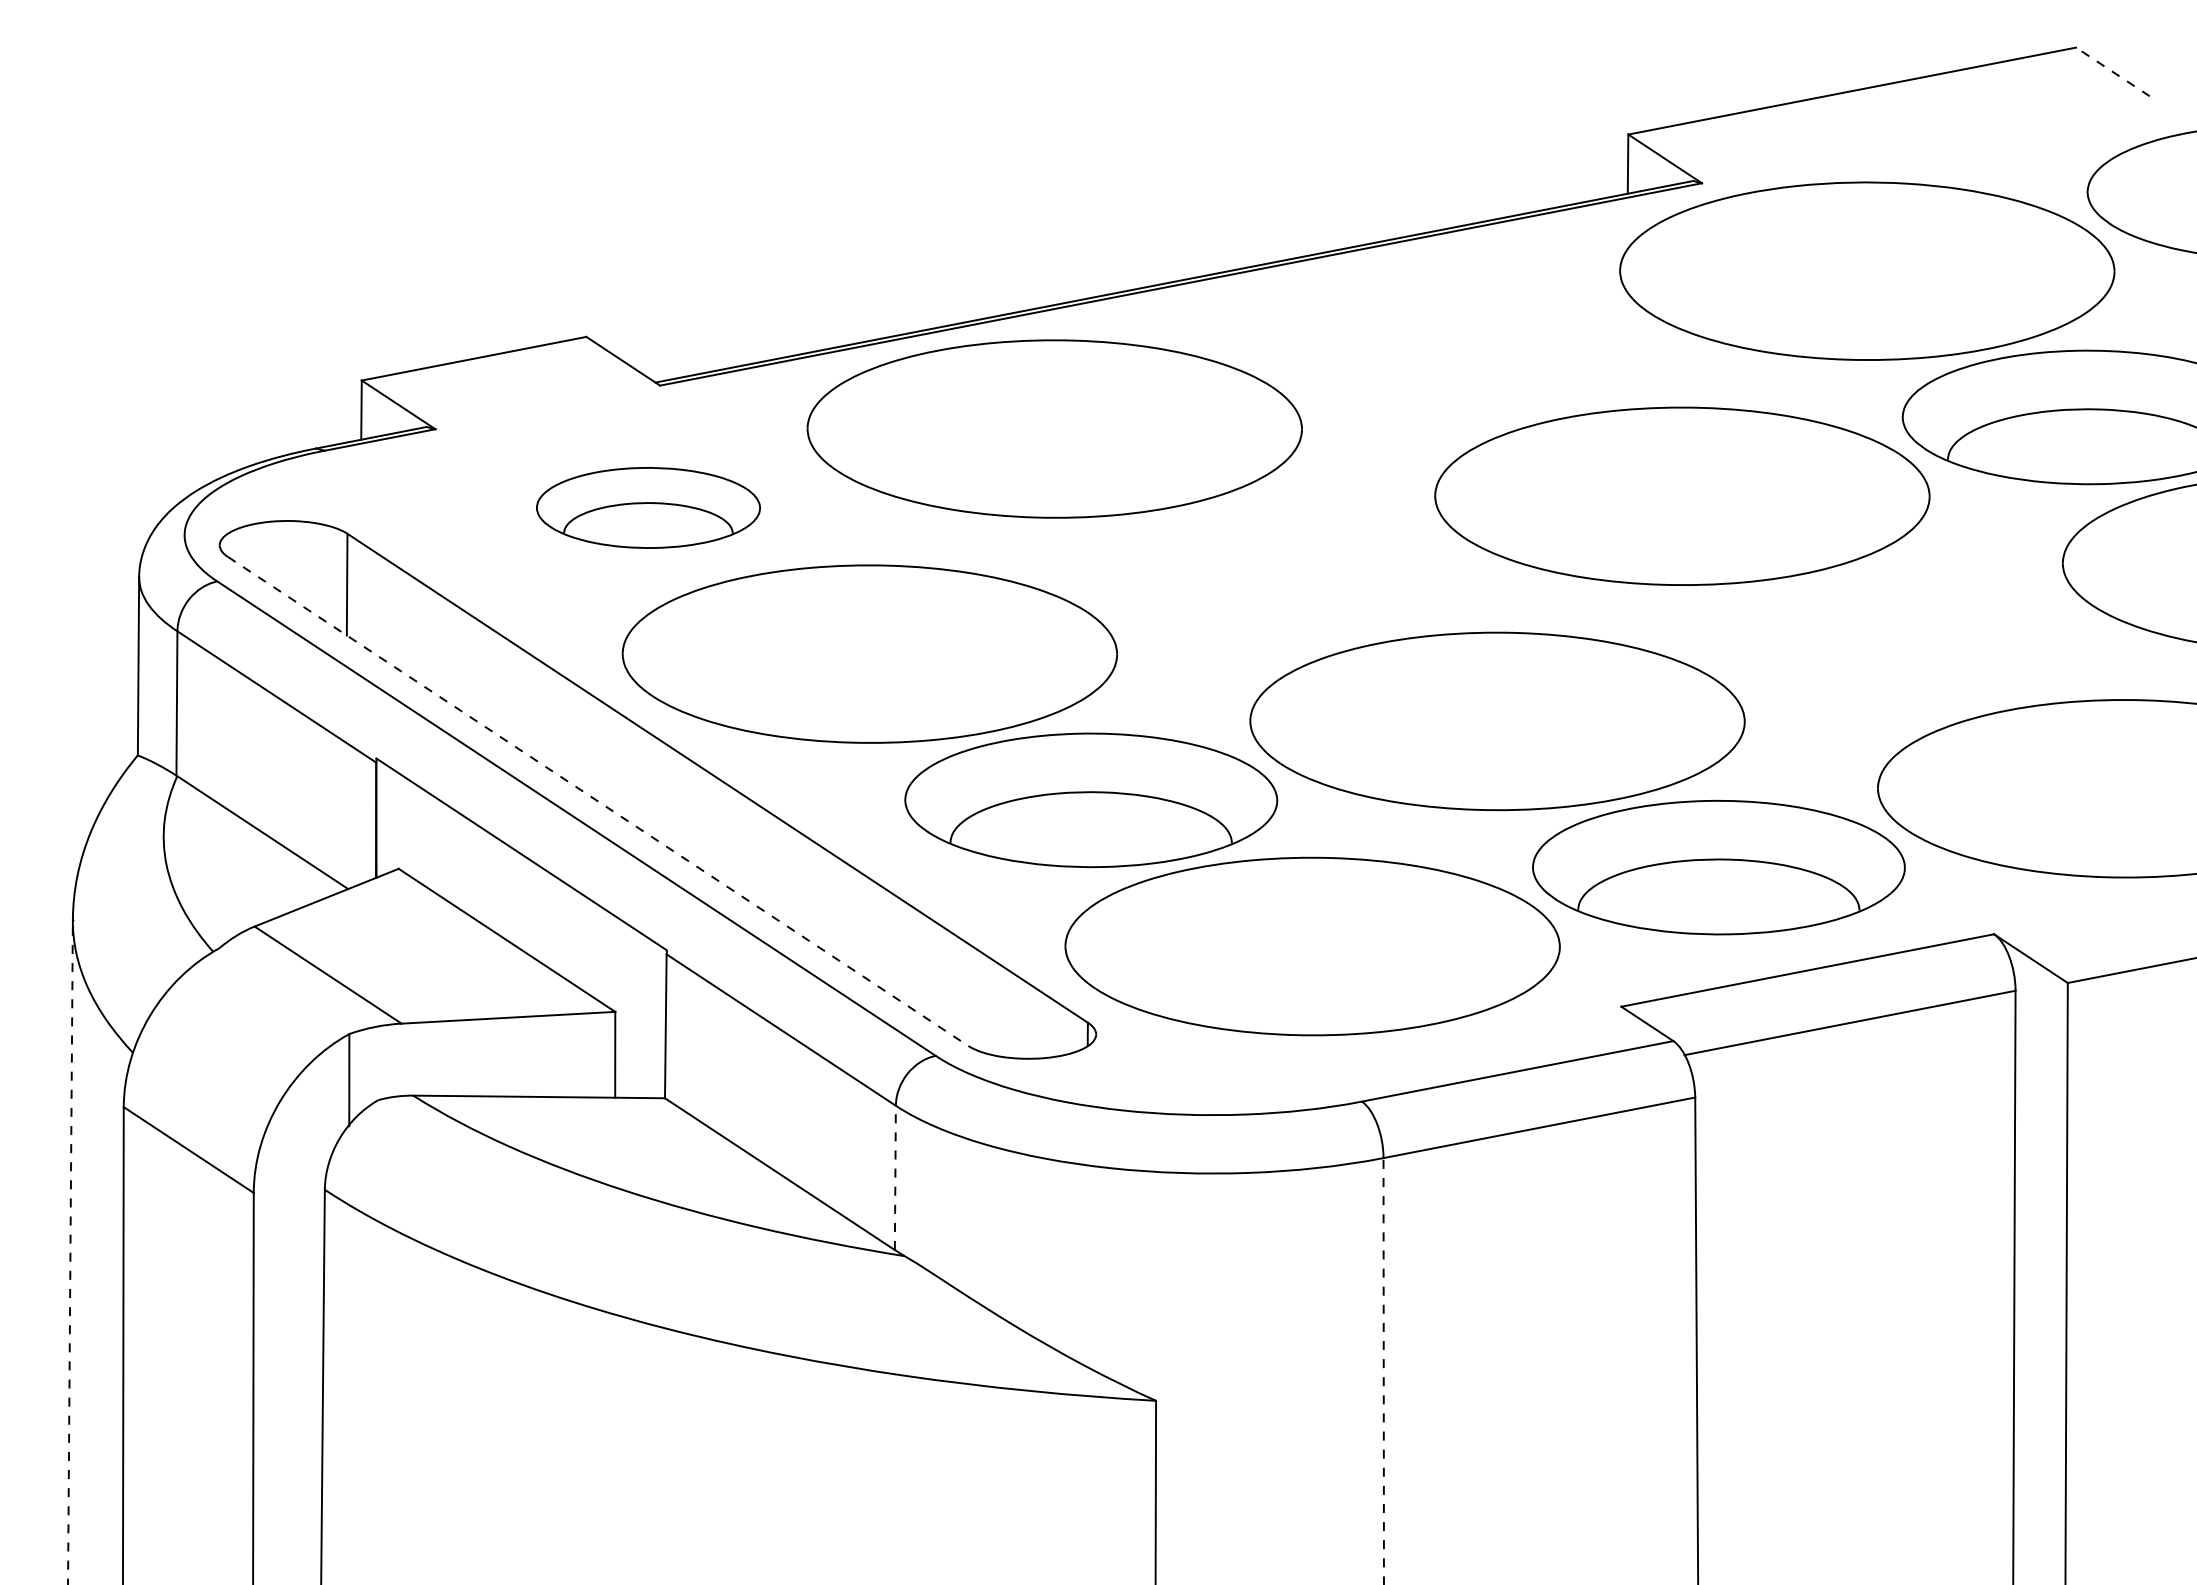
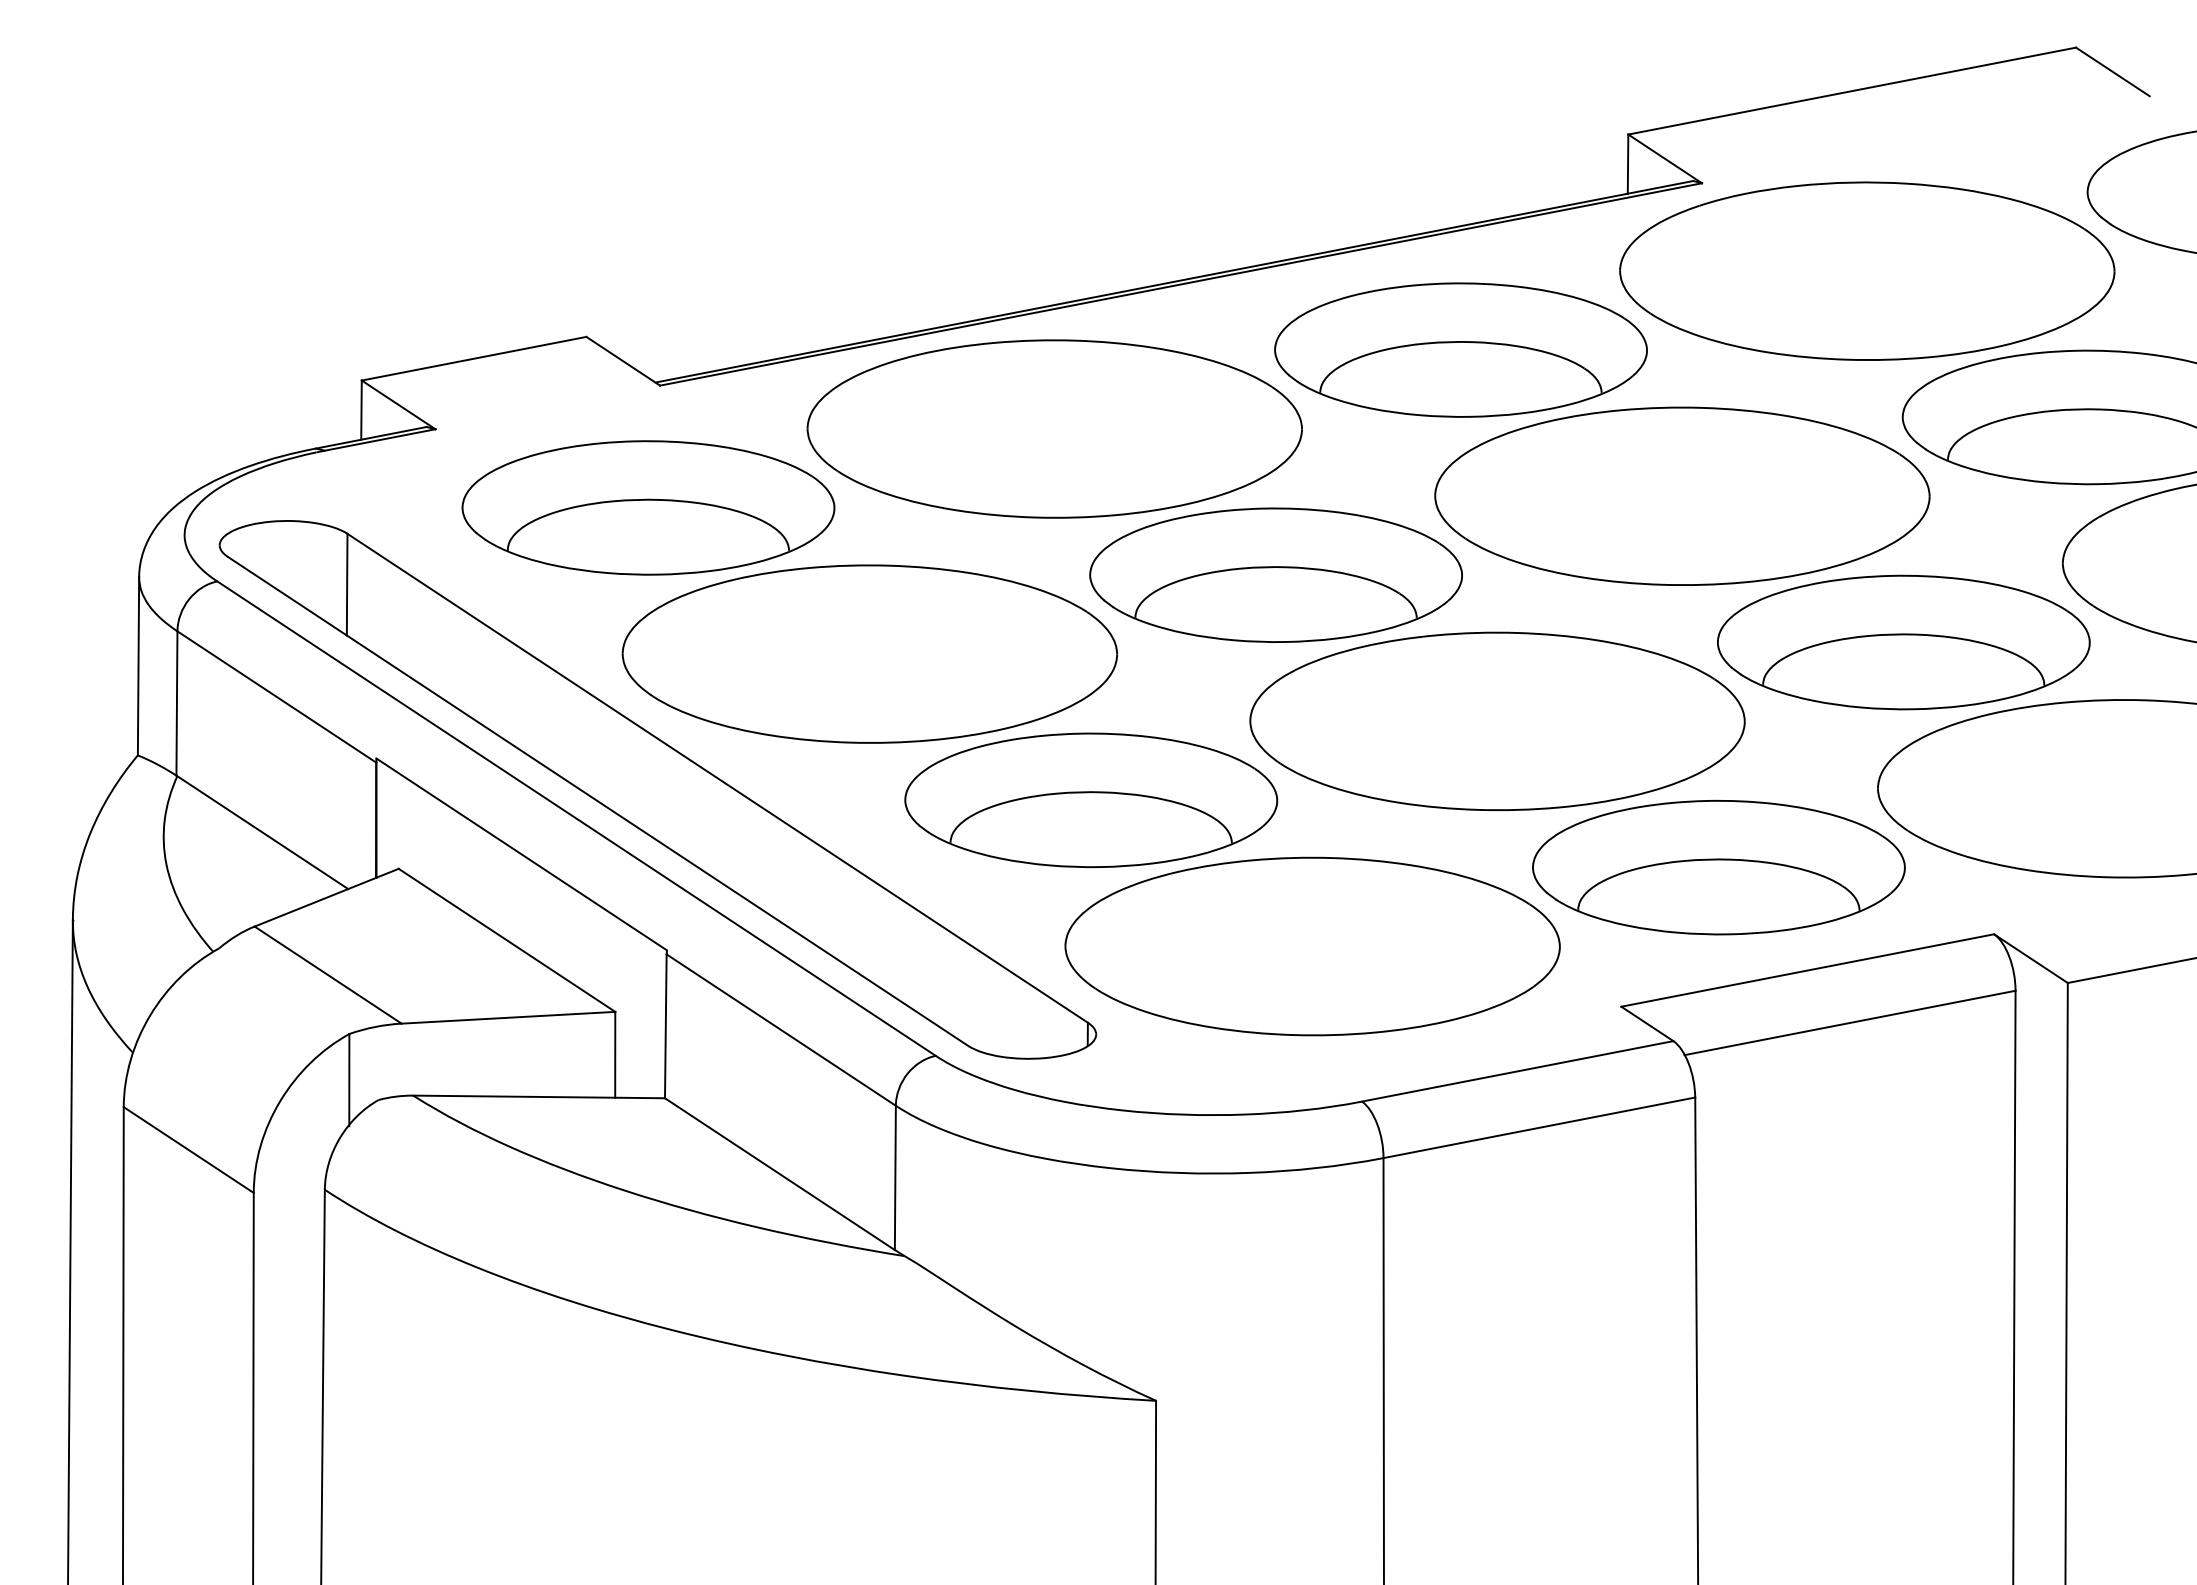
line at (2112, 71): dashed -> solid
part at (1460, 349): none -> present
part at (648, 507) size: 225x82 px -> 375x136 px
part at (1275, 574): none -> present
part at (1903, 642): none -> present
line at (598, 801): dashed -> solid
line at (895, 1177): dashed -> solid
line at (70, 1251): dashed -> solid
line at (1383, 1371): dashed -> solid
